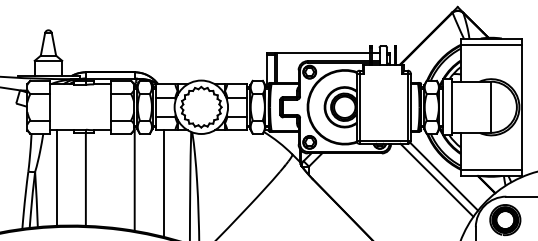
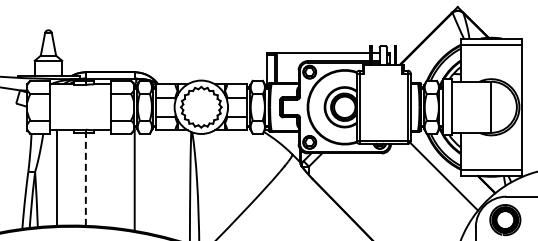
line at (85, 179): solid -> dashed
line at (436, 179): present -> none
line at (163, 183): present -> none
